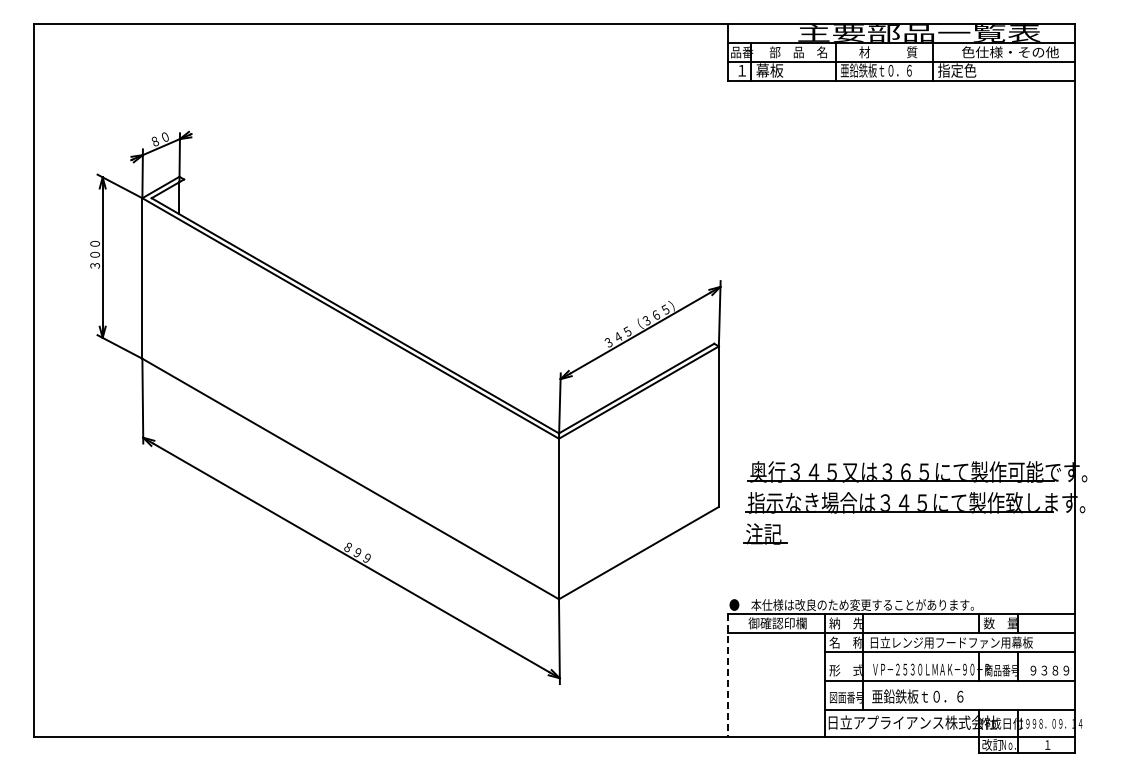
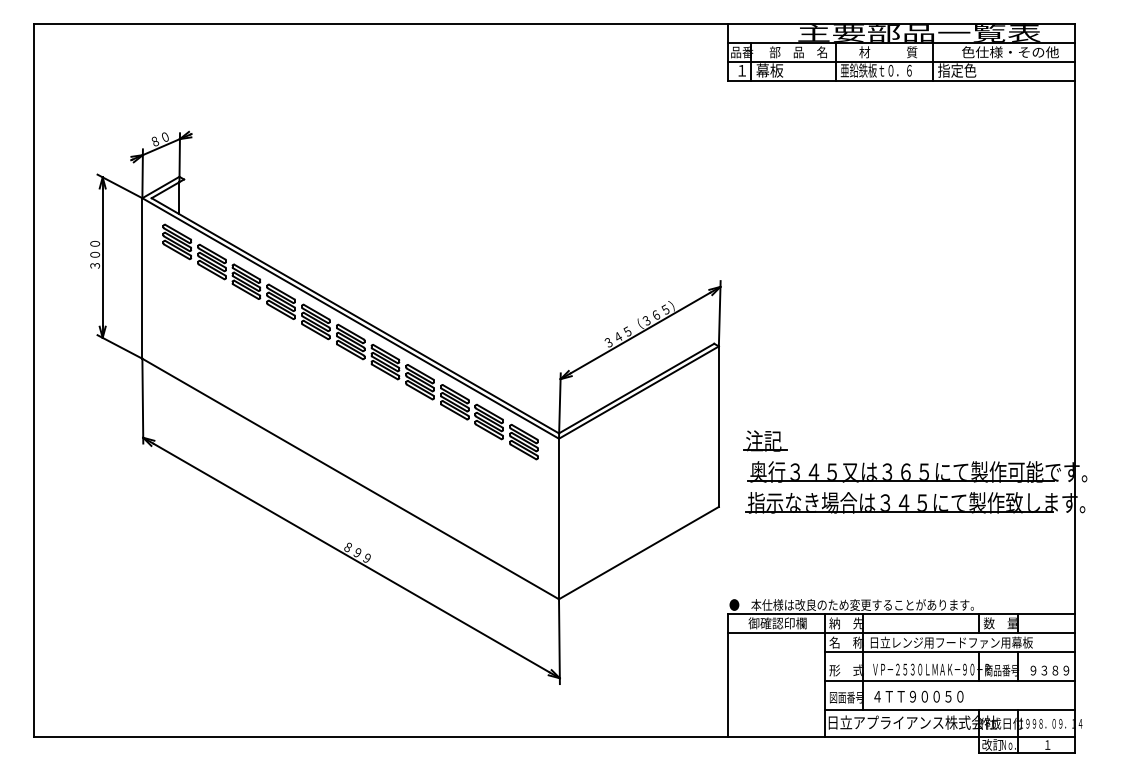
part at (350, 341): none -> present
part at (765, 533) position: (765, 533) -> (765, 440)
line at (728, 675): dashed -> solid
text at (917, 696): 亜鉛鉄板ｔ０．６ -> ４ＴＴ９００５０
